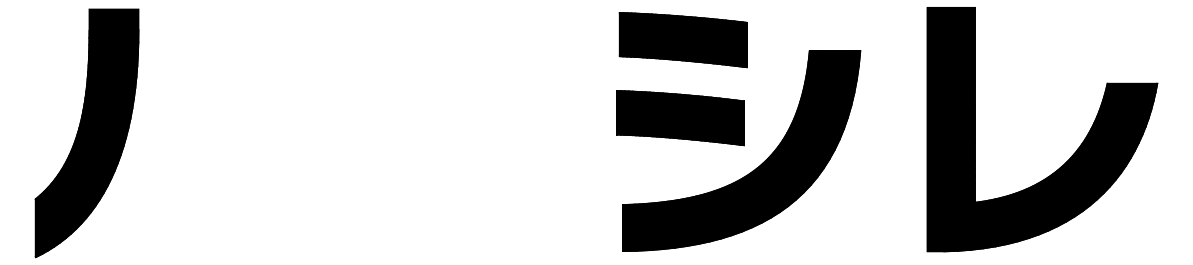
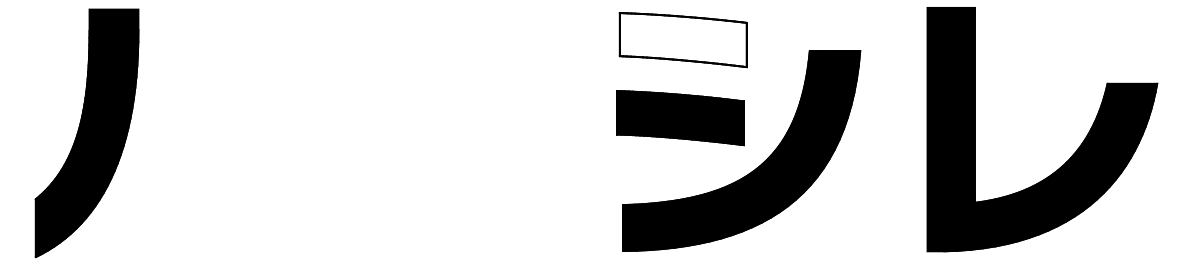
fill at (682, 40): present -> none
